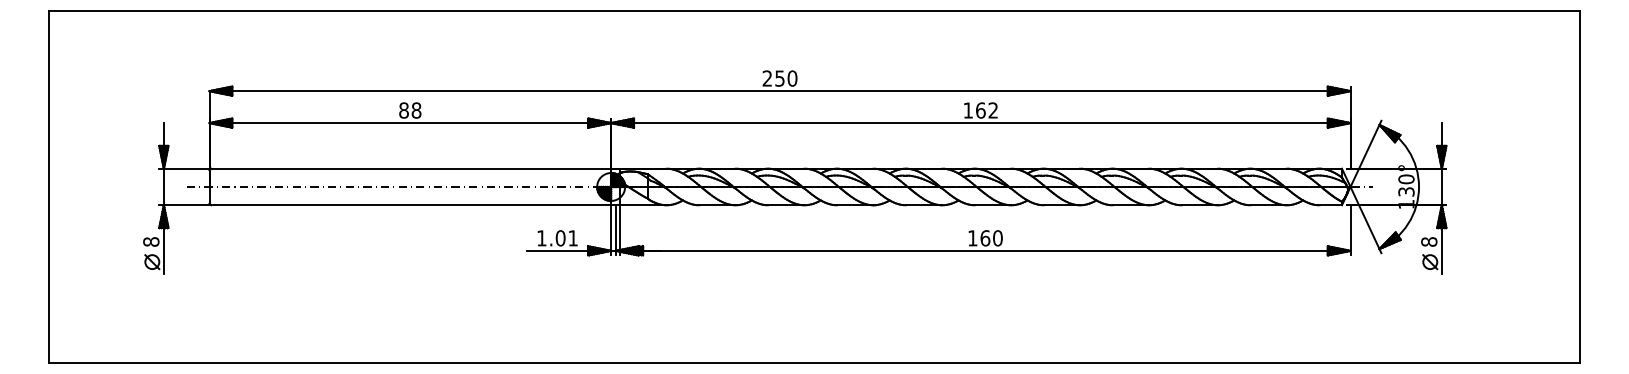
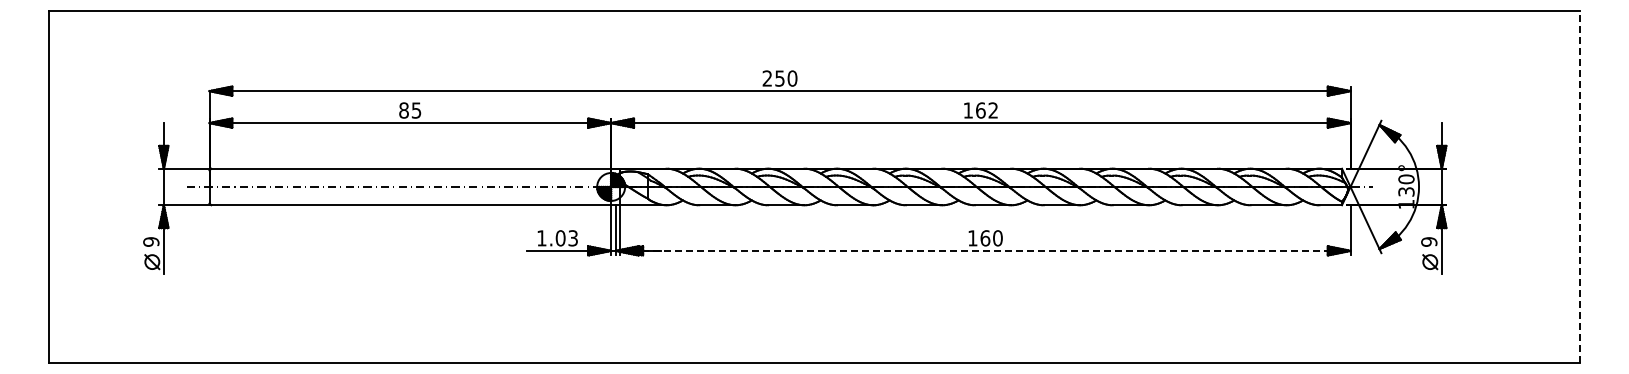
text at (416, 110): 88 -> 85
line at (1580, 186): solid -> dashed
text at (572, 238): 1.01 -> 1.03
text at (151, 241): 8 -> 9
text at (1429, 241): 8 -> 9
line at (985, 250): solid -> dashed
